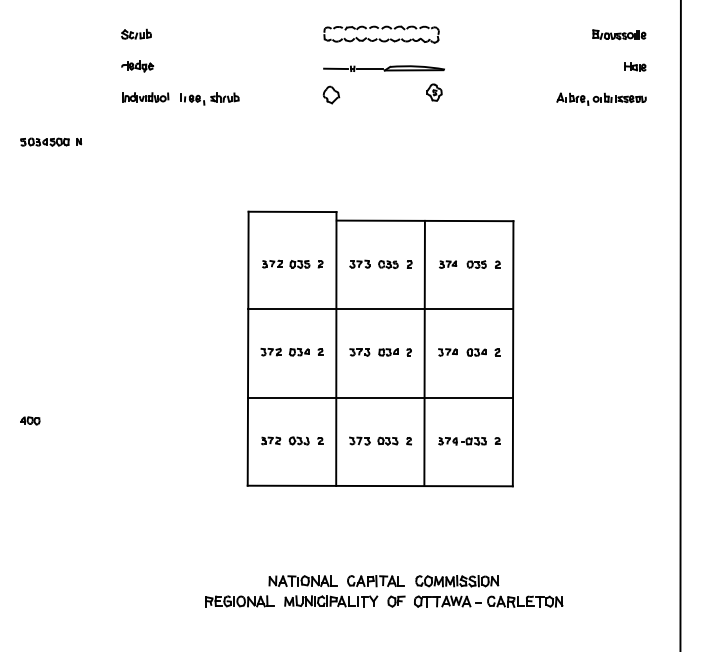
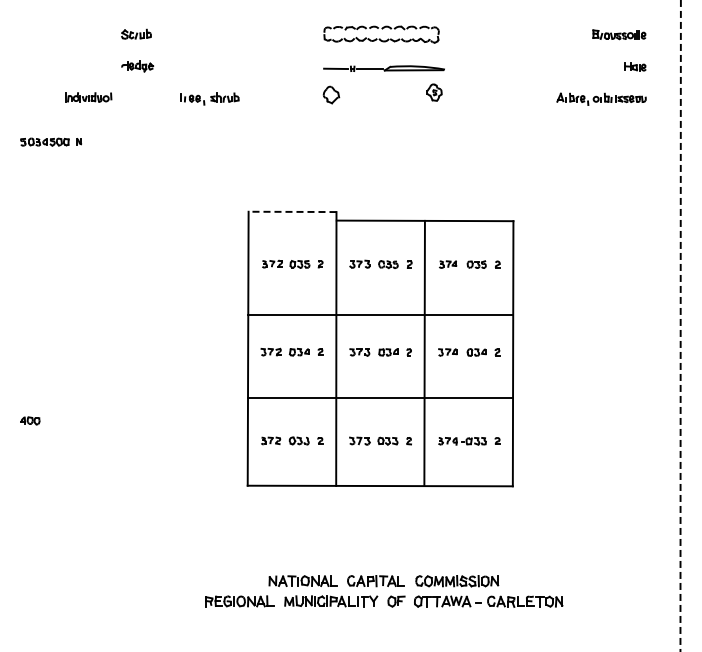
part at (145, 97) position: (145, 97) -> (88, 97)
line at (292, 211): solid -> dashed
line at (380, 309) position: (380, 309) -> (380, 315)
line at (680, 326): solid -> dashed
